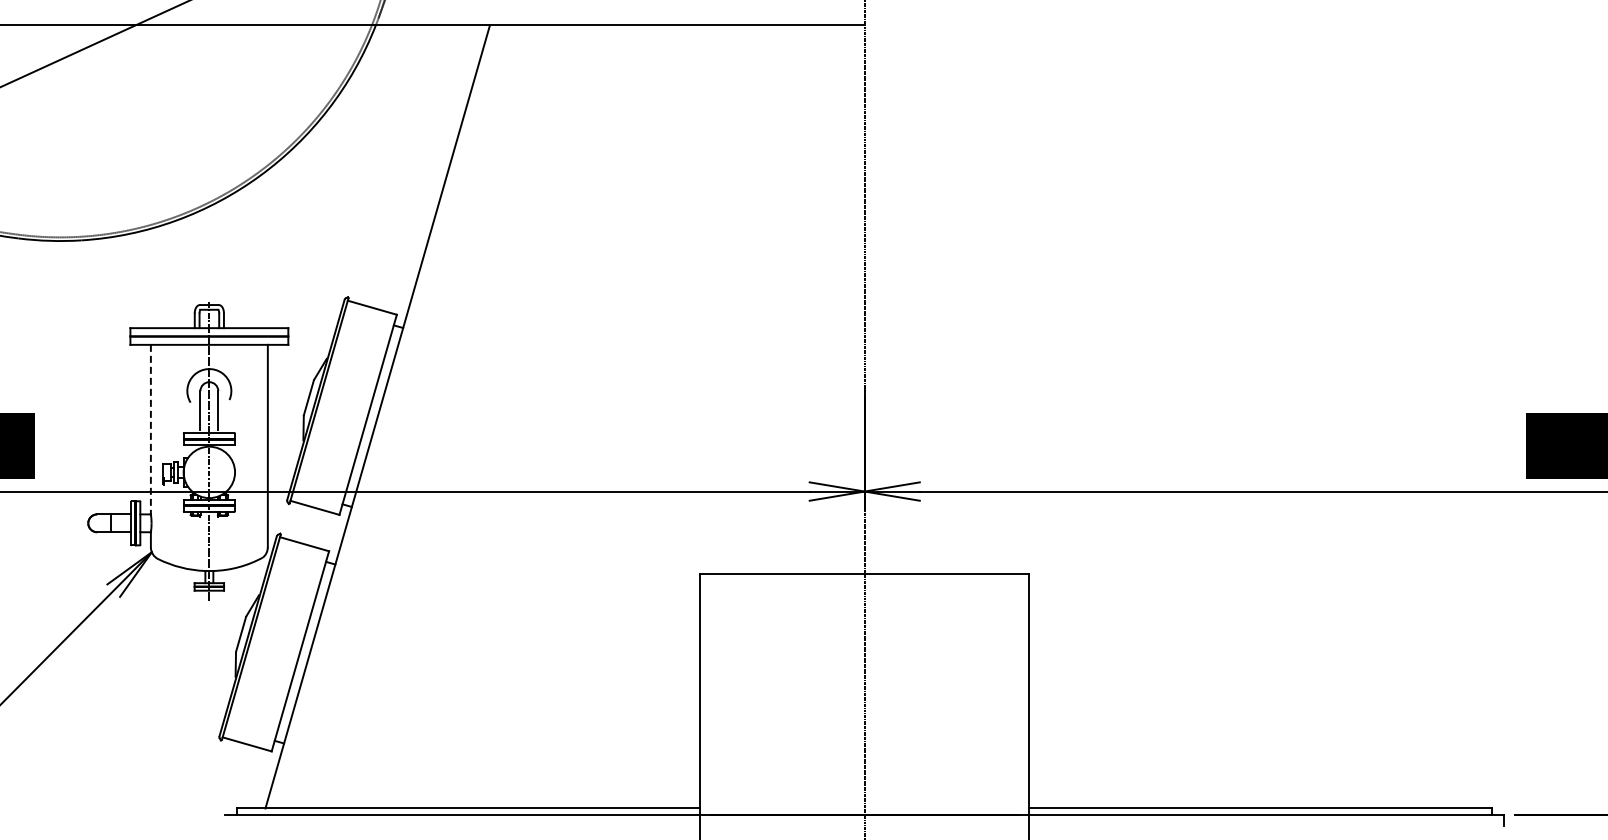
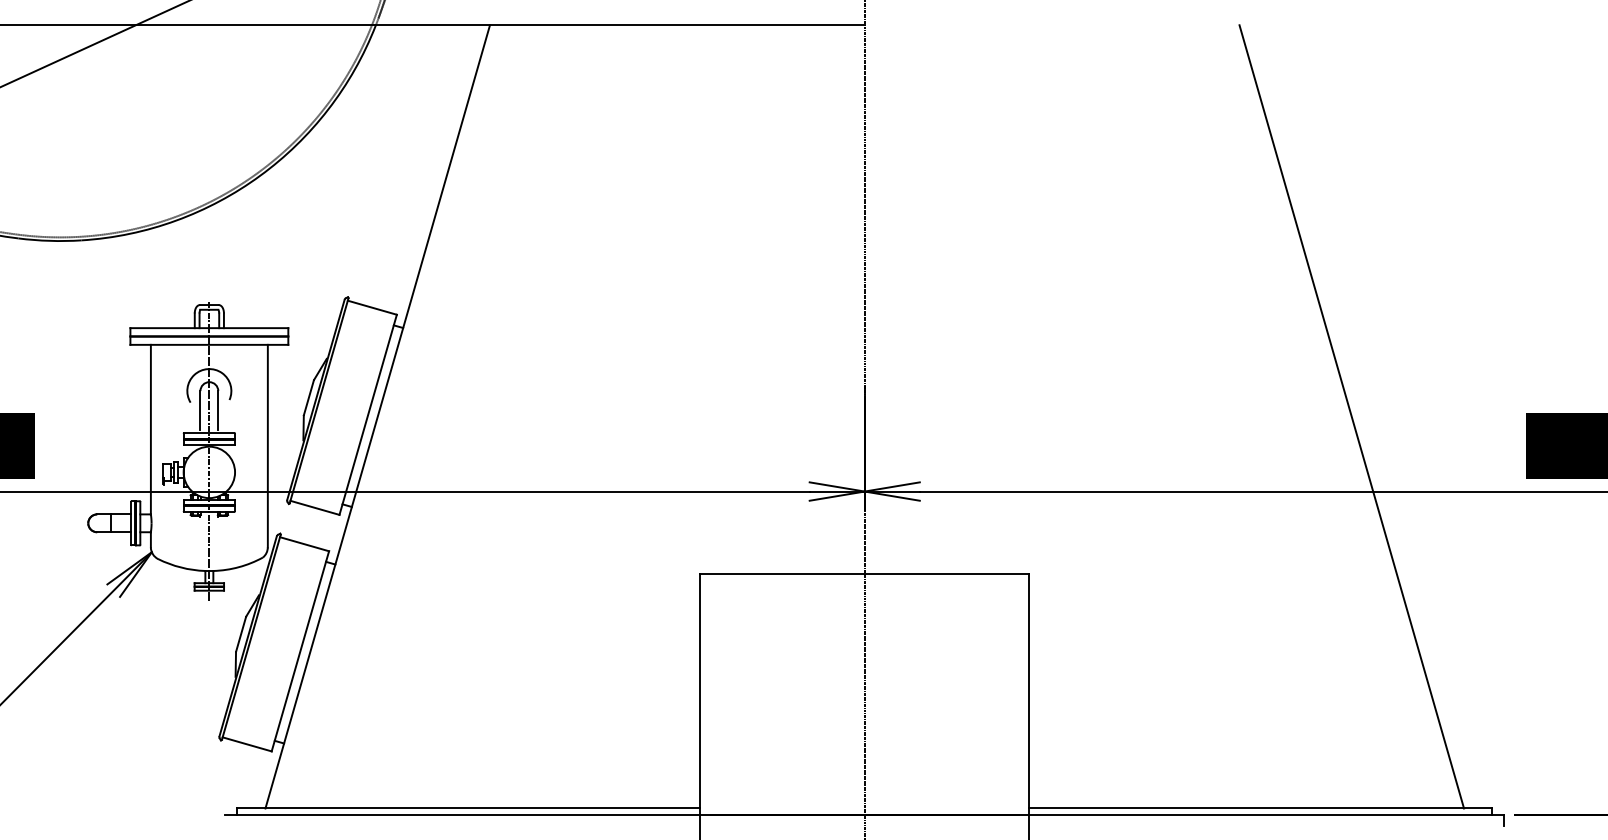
line at (1351, 416): none -> present
line at (150, 429): dashed -> solid
